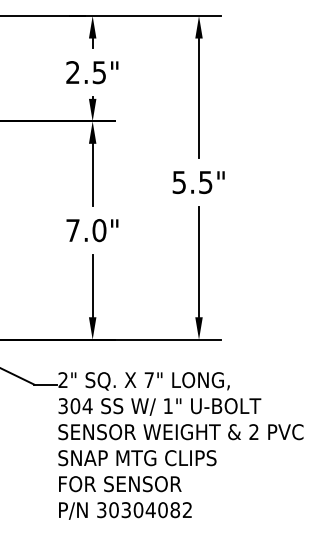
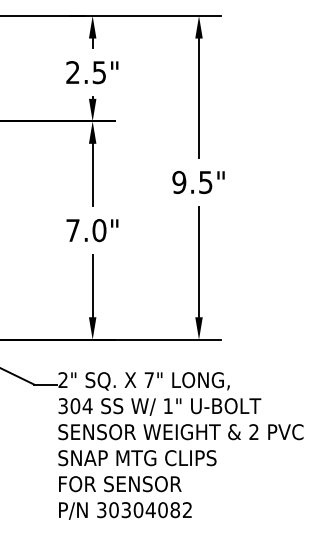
text at (179, 181): 5.5" -> 9.5"
